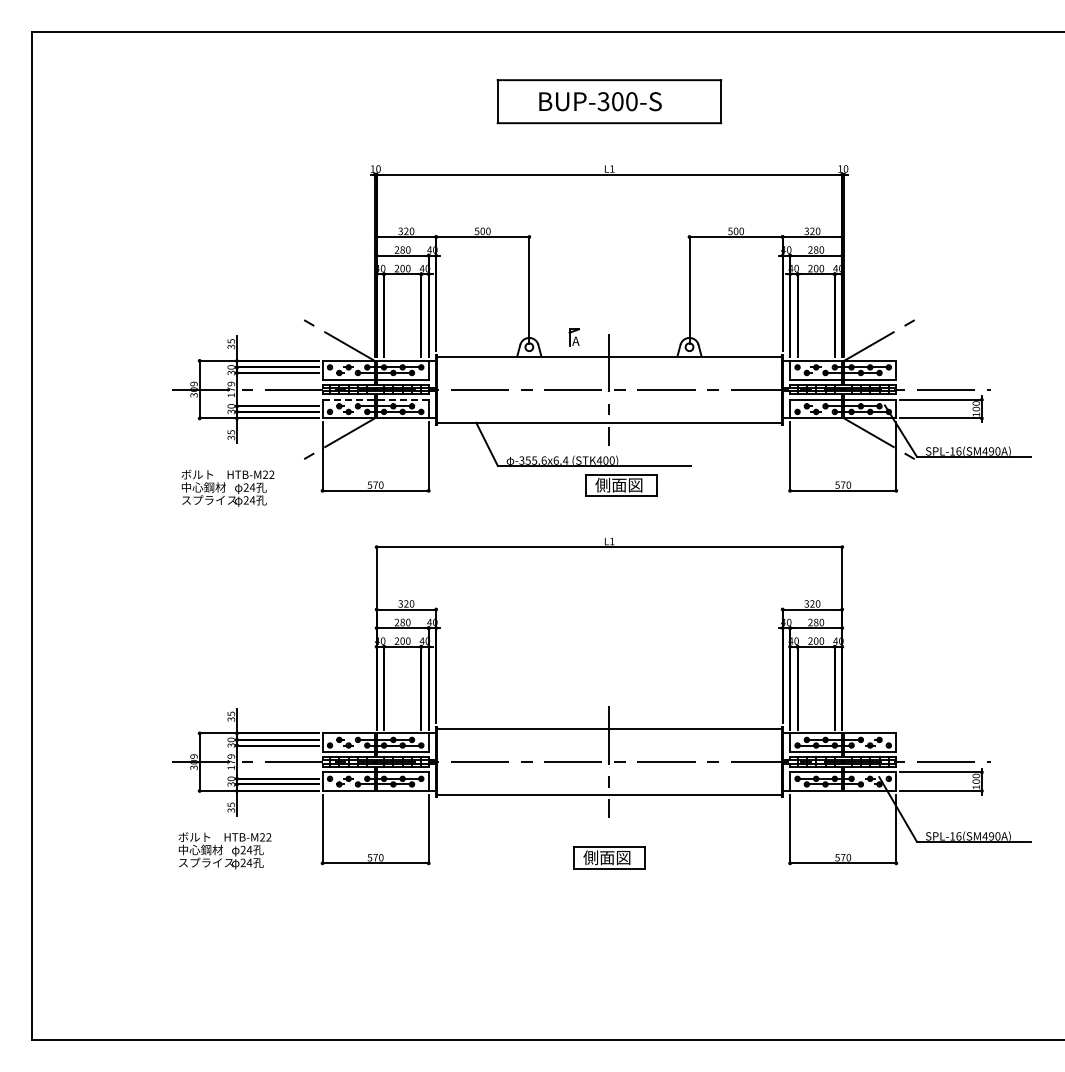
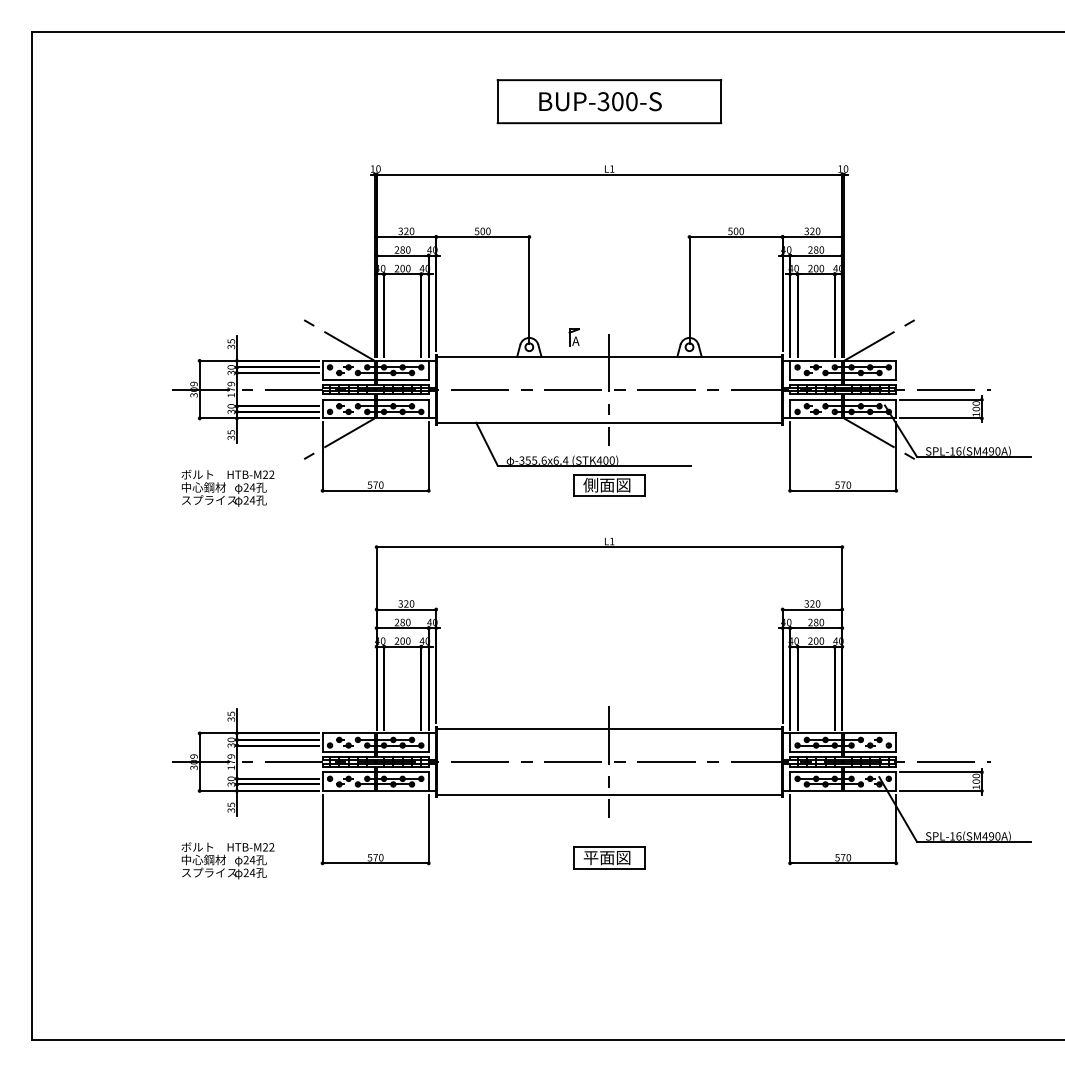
line at (376, 399): dashed -> solid
part at (621, 485) position: (621, 485) -> (609, 485)
text at (224, 850) position: (224, 850) -> (227, 860)
text at (590, 857): 側面図 -> 平面図
